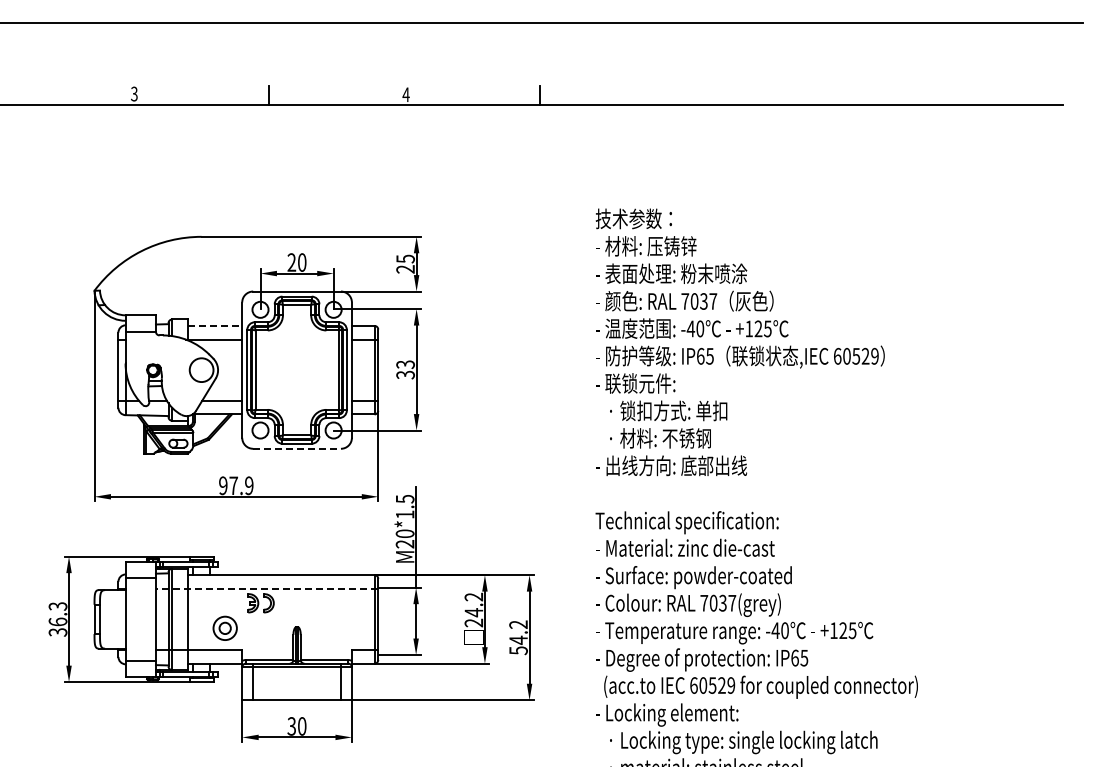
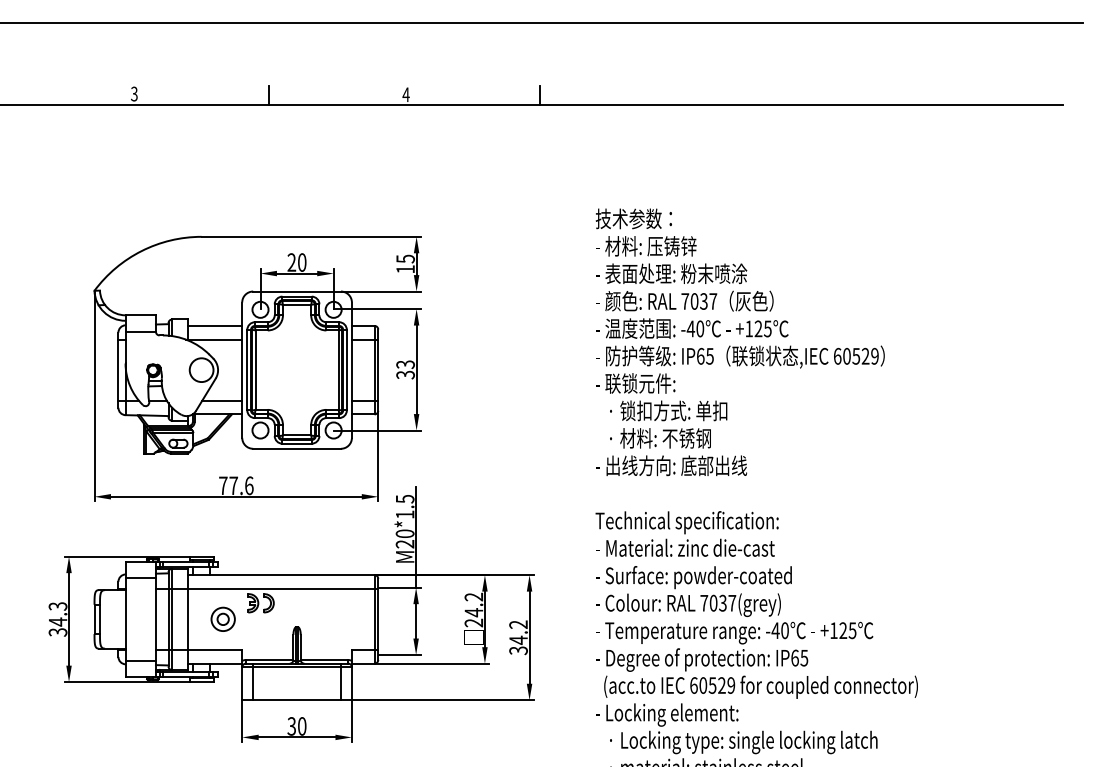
text at (405, 269): 25 -> 15
line at (215, 325): dashed -> solid
line at (297, 448): dashed -> solid
text at (236, 485): 97.9 -> 77.6
line at (266, 589): dashed -> solid
text at (57, 621): 36.3 -> 34.3
part at (224, 627) position: (224, 627) -> (222, 618)
text at (518, 650): 54.2 -> 34.2
